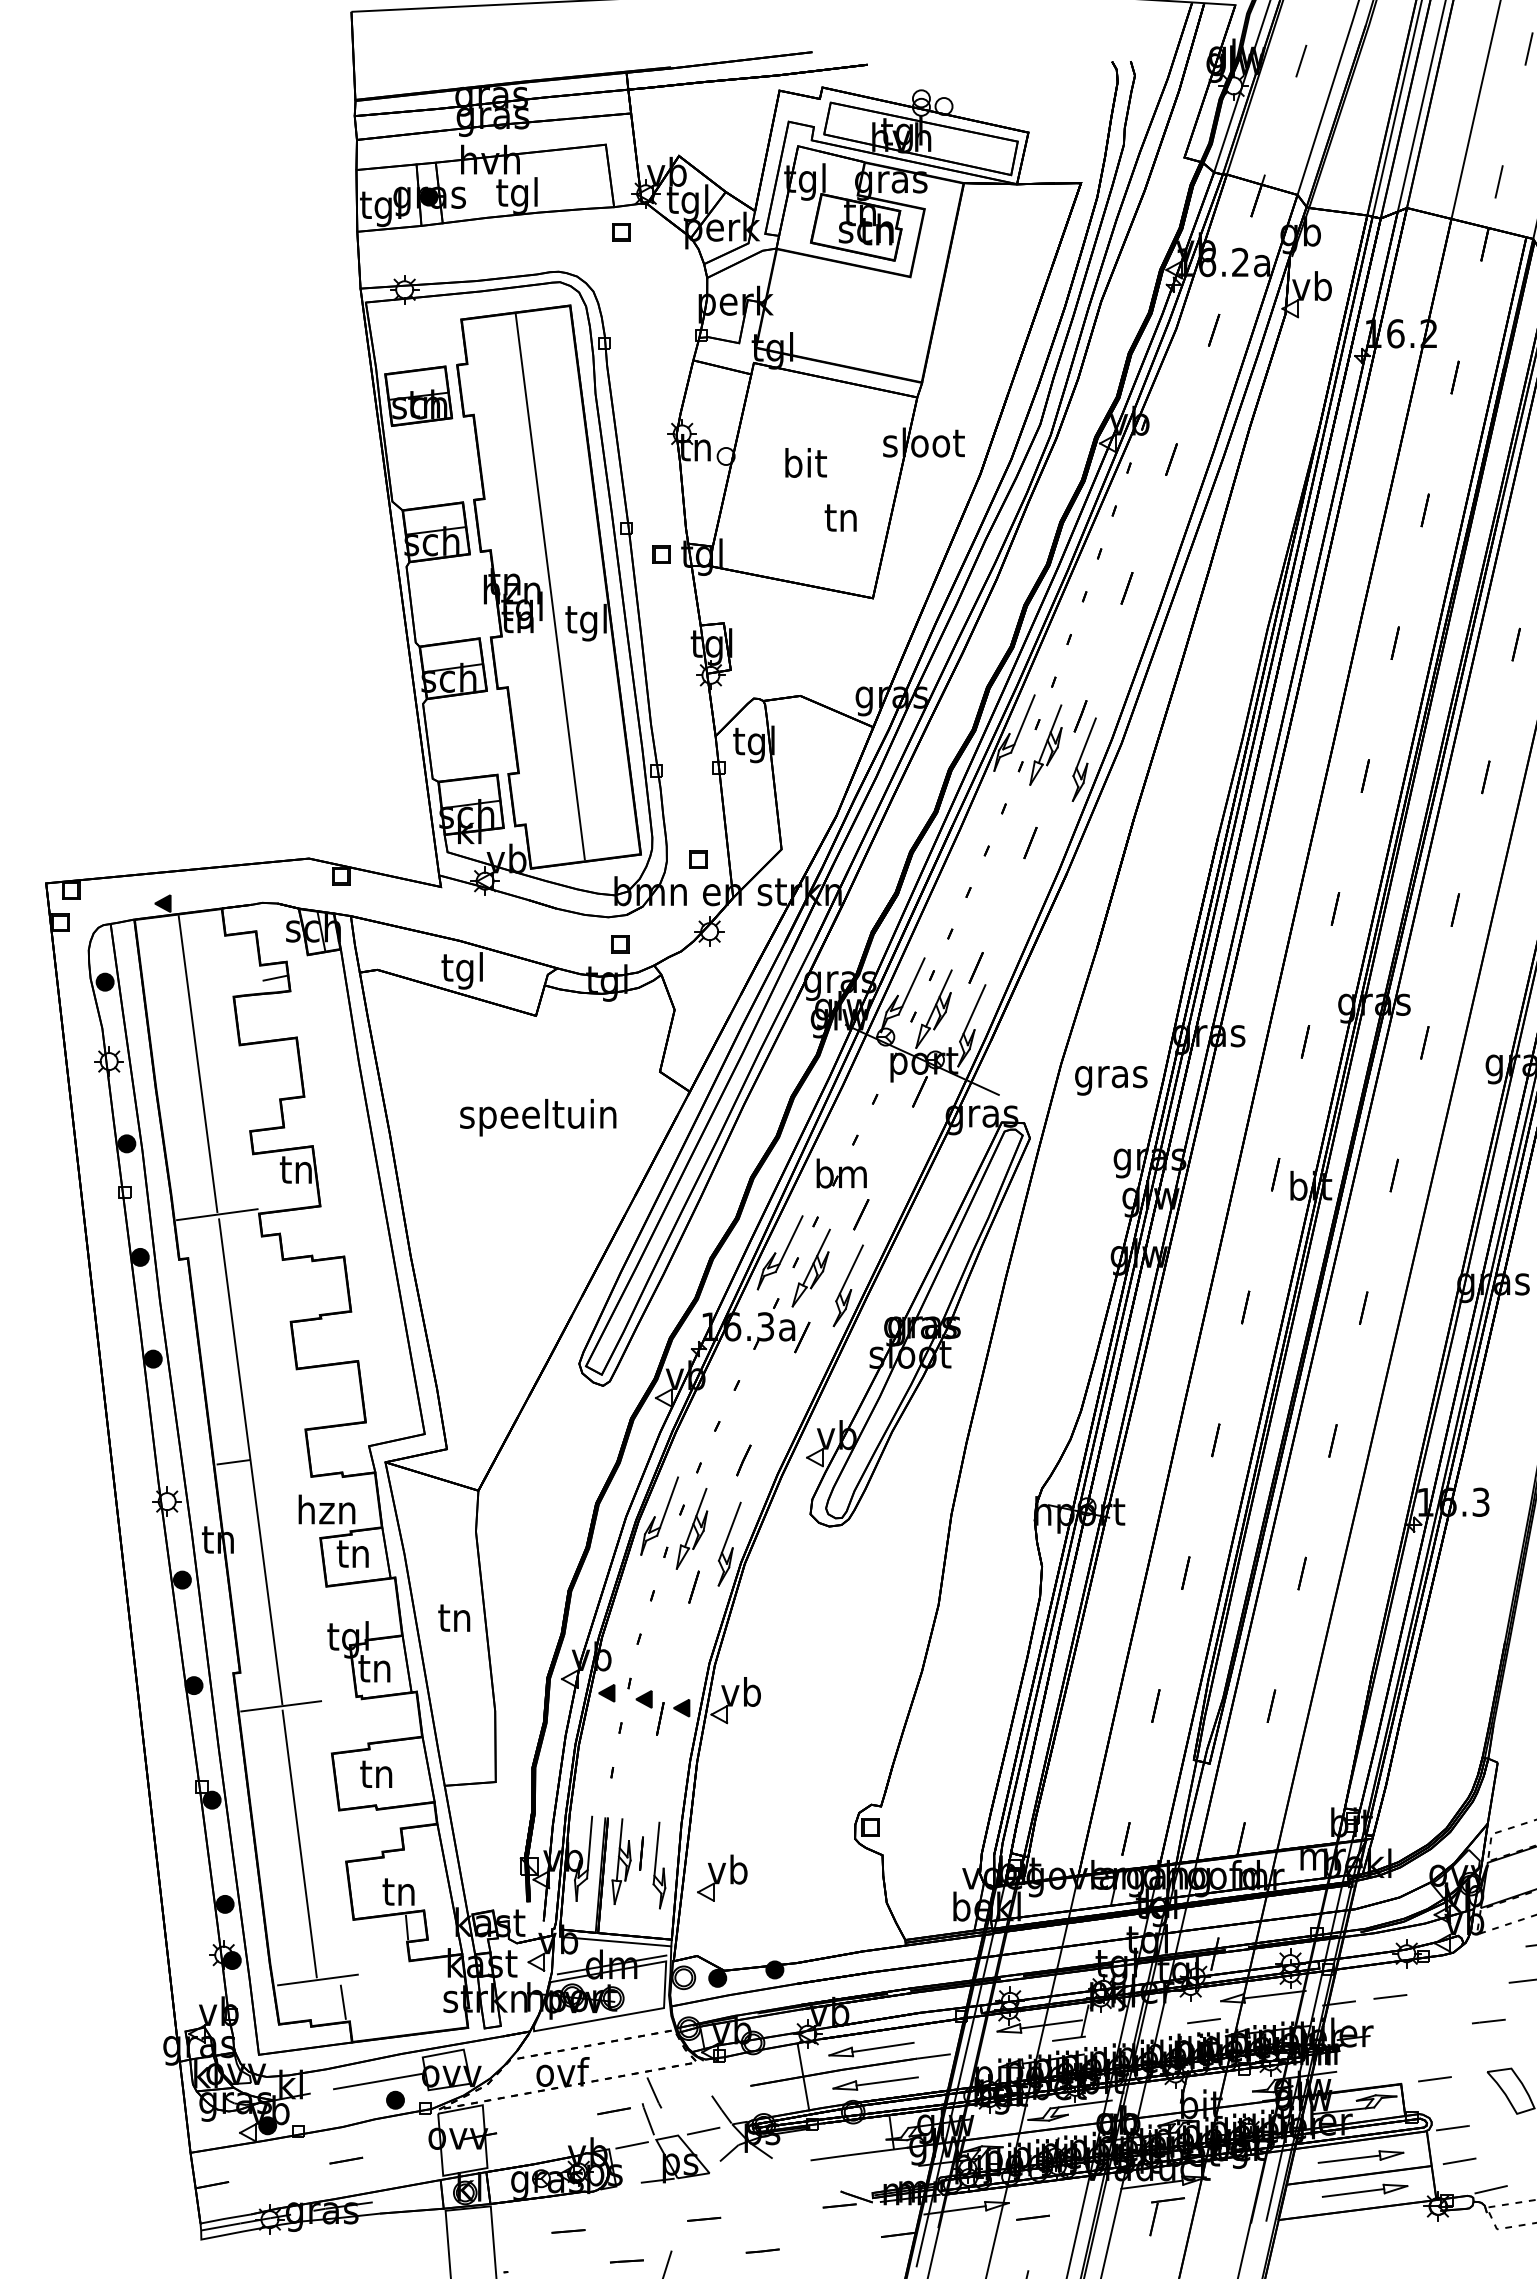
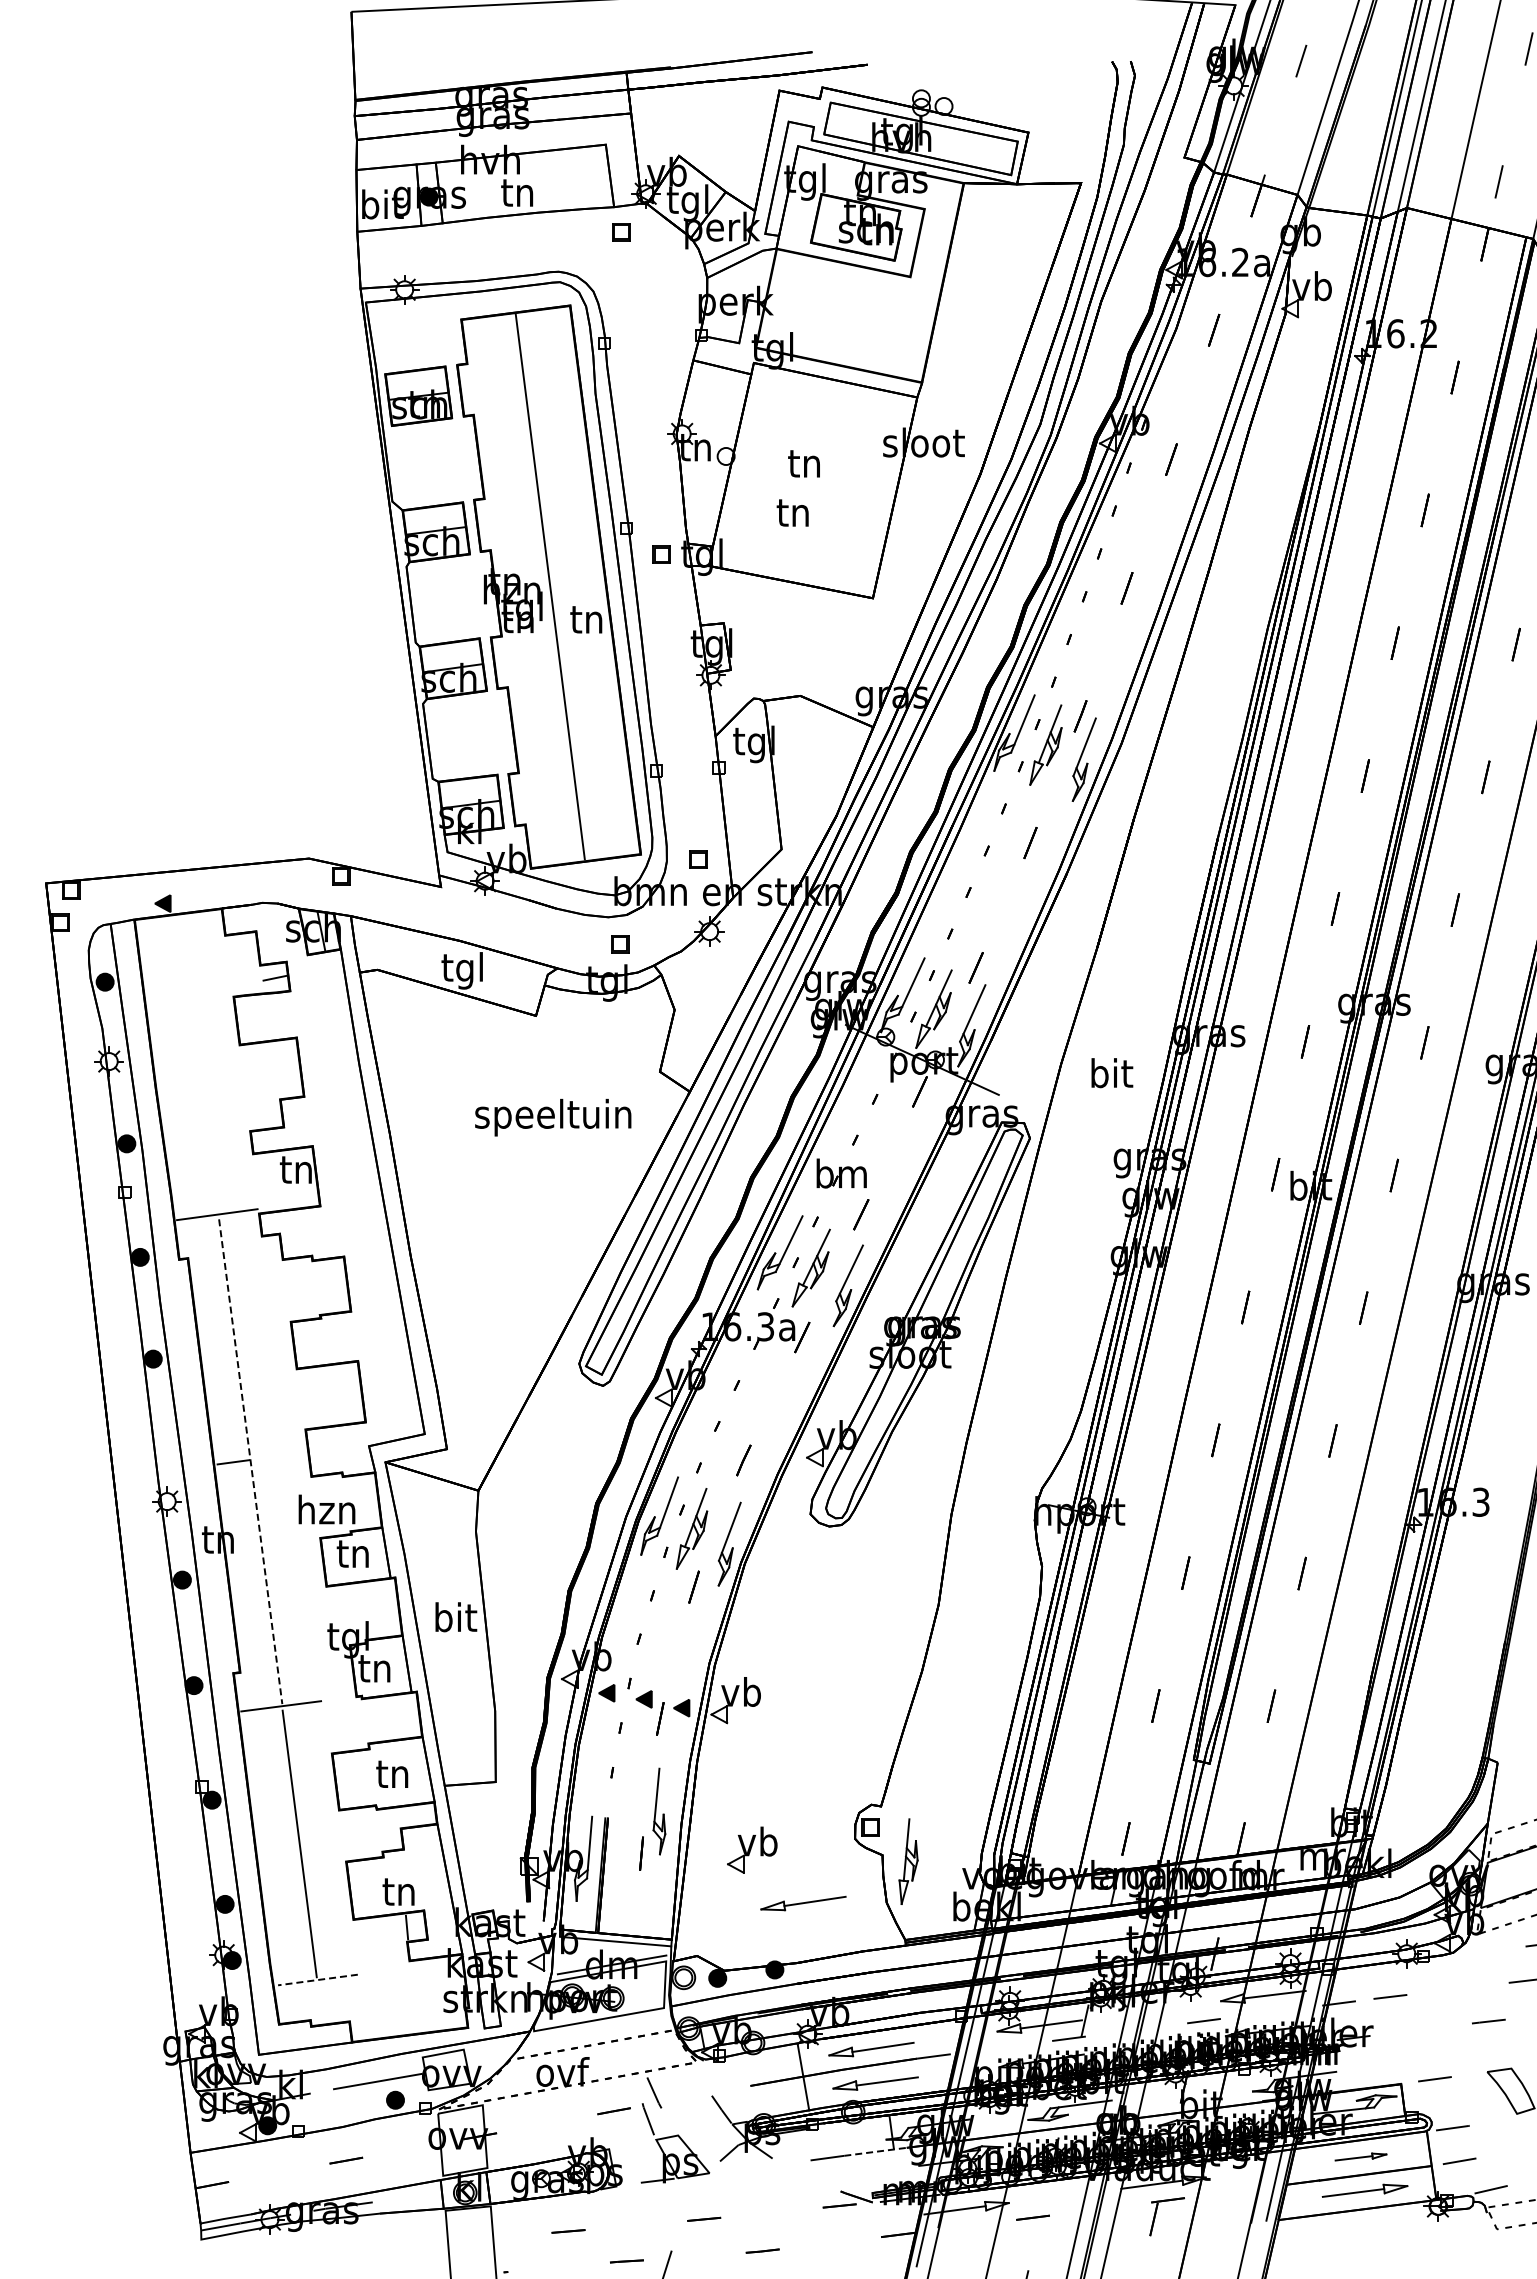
text at (516, 195): tgl -> tn
text at (381, 207): tgl -> bit
text at (805, 462): bit -> tn
text at (840, 517) position: (840, 517) -> (792, 512)
text at (585, 622): tgl -> tn
line at (197, 1064): present -> none
text at (1111, 1076): gras -> bit
text at (538, 1117) position: (538, 1117) -> (553, 1117)
line at (250, 1462): solid -> dashed
text at (456, 1617): tn -> bit
text at (376, 1773) position: (376, 1773) -> (392, 1773)
part at (621, 1861) position: (621, 1861) -> (908, 1861)
part at (659, 1865) position: (659, 1865) -> (659, 1811)
part at (722, 1877) position: (722, 1877) -> (752, 1849)
part at (803, 1903): none -> present
line at (317, 1980): solid -> dashed
line at (342, 2001): present -> none
line at (703, 2130): present -> none
line at (632, 2144): present -> none
line at (875, 2151): solid -> dashed
part at (1360, 2156) size: 88x14 px -> 54x10 px
